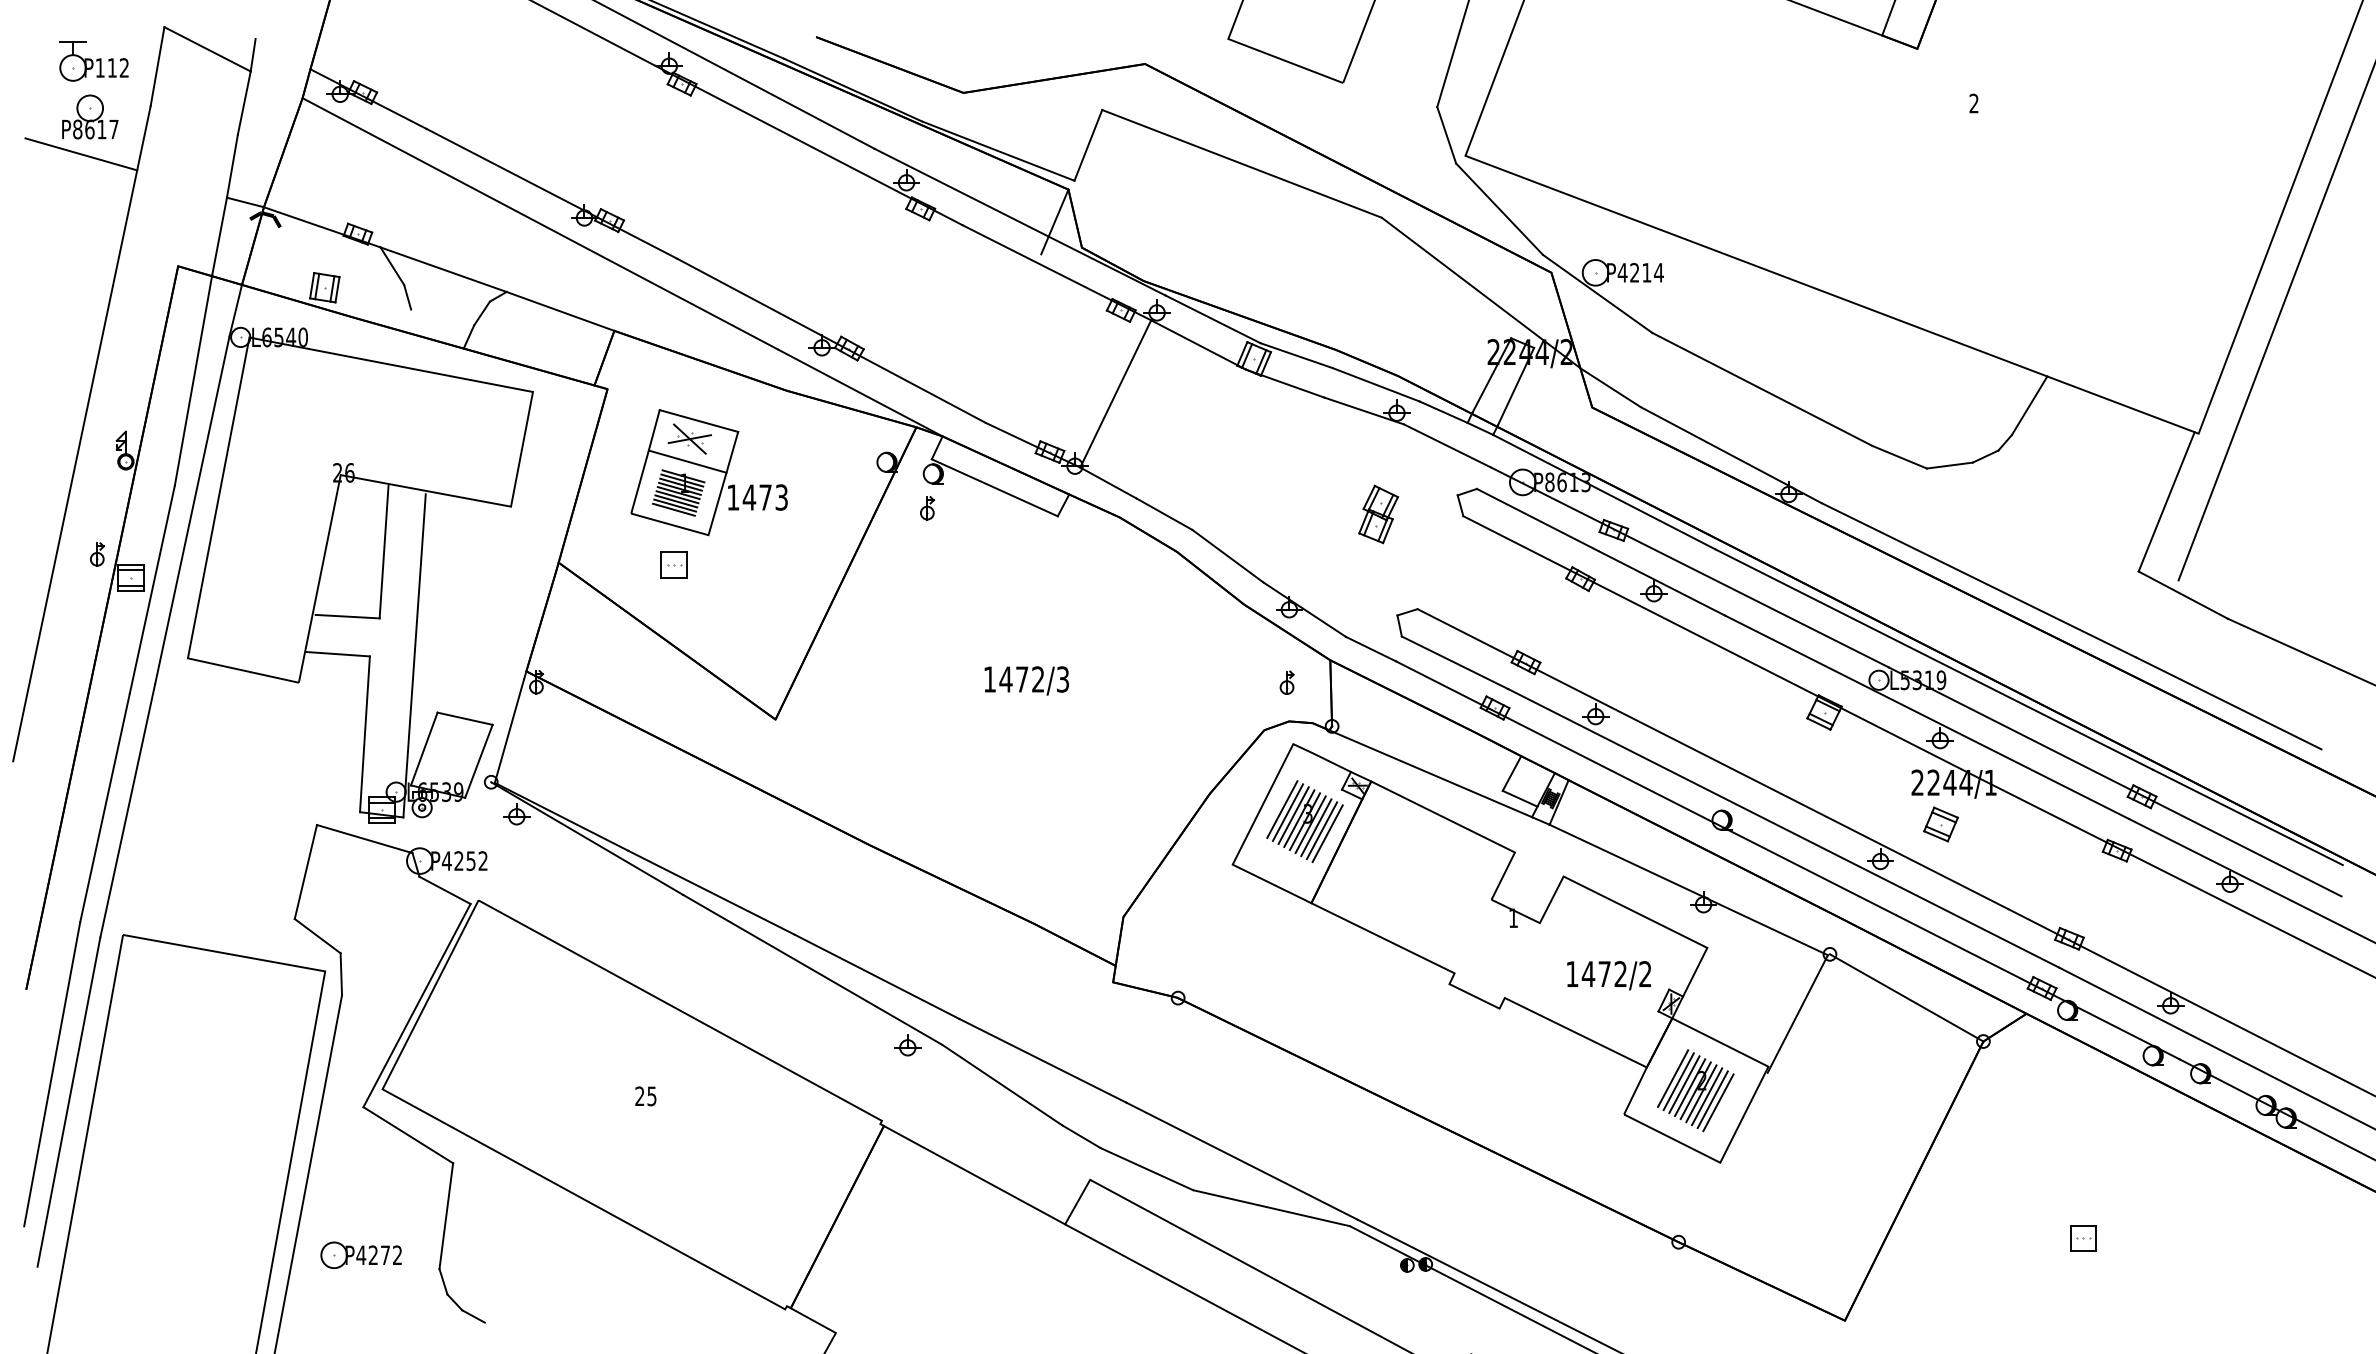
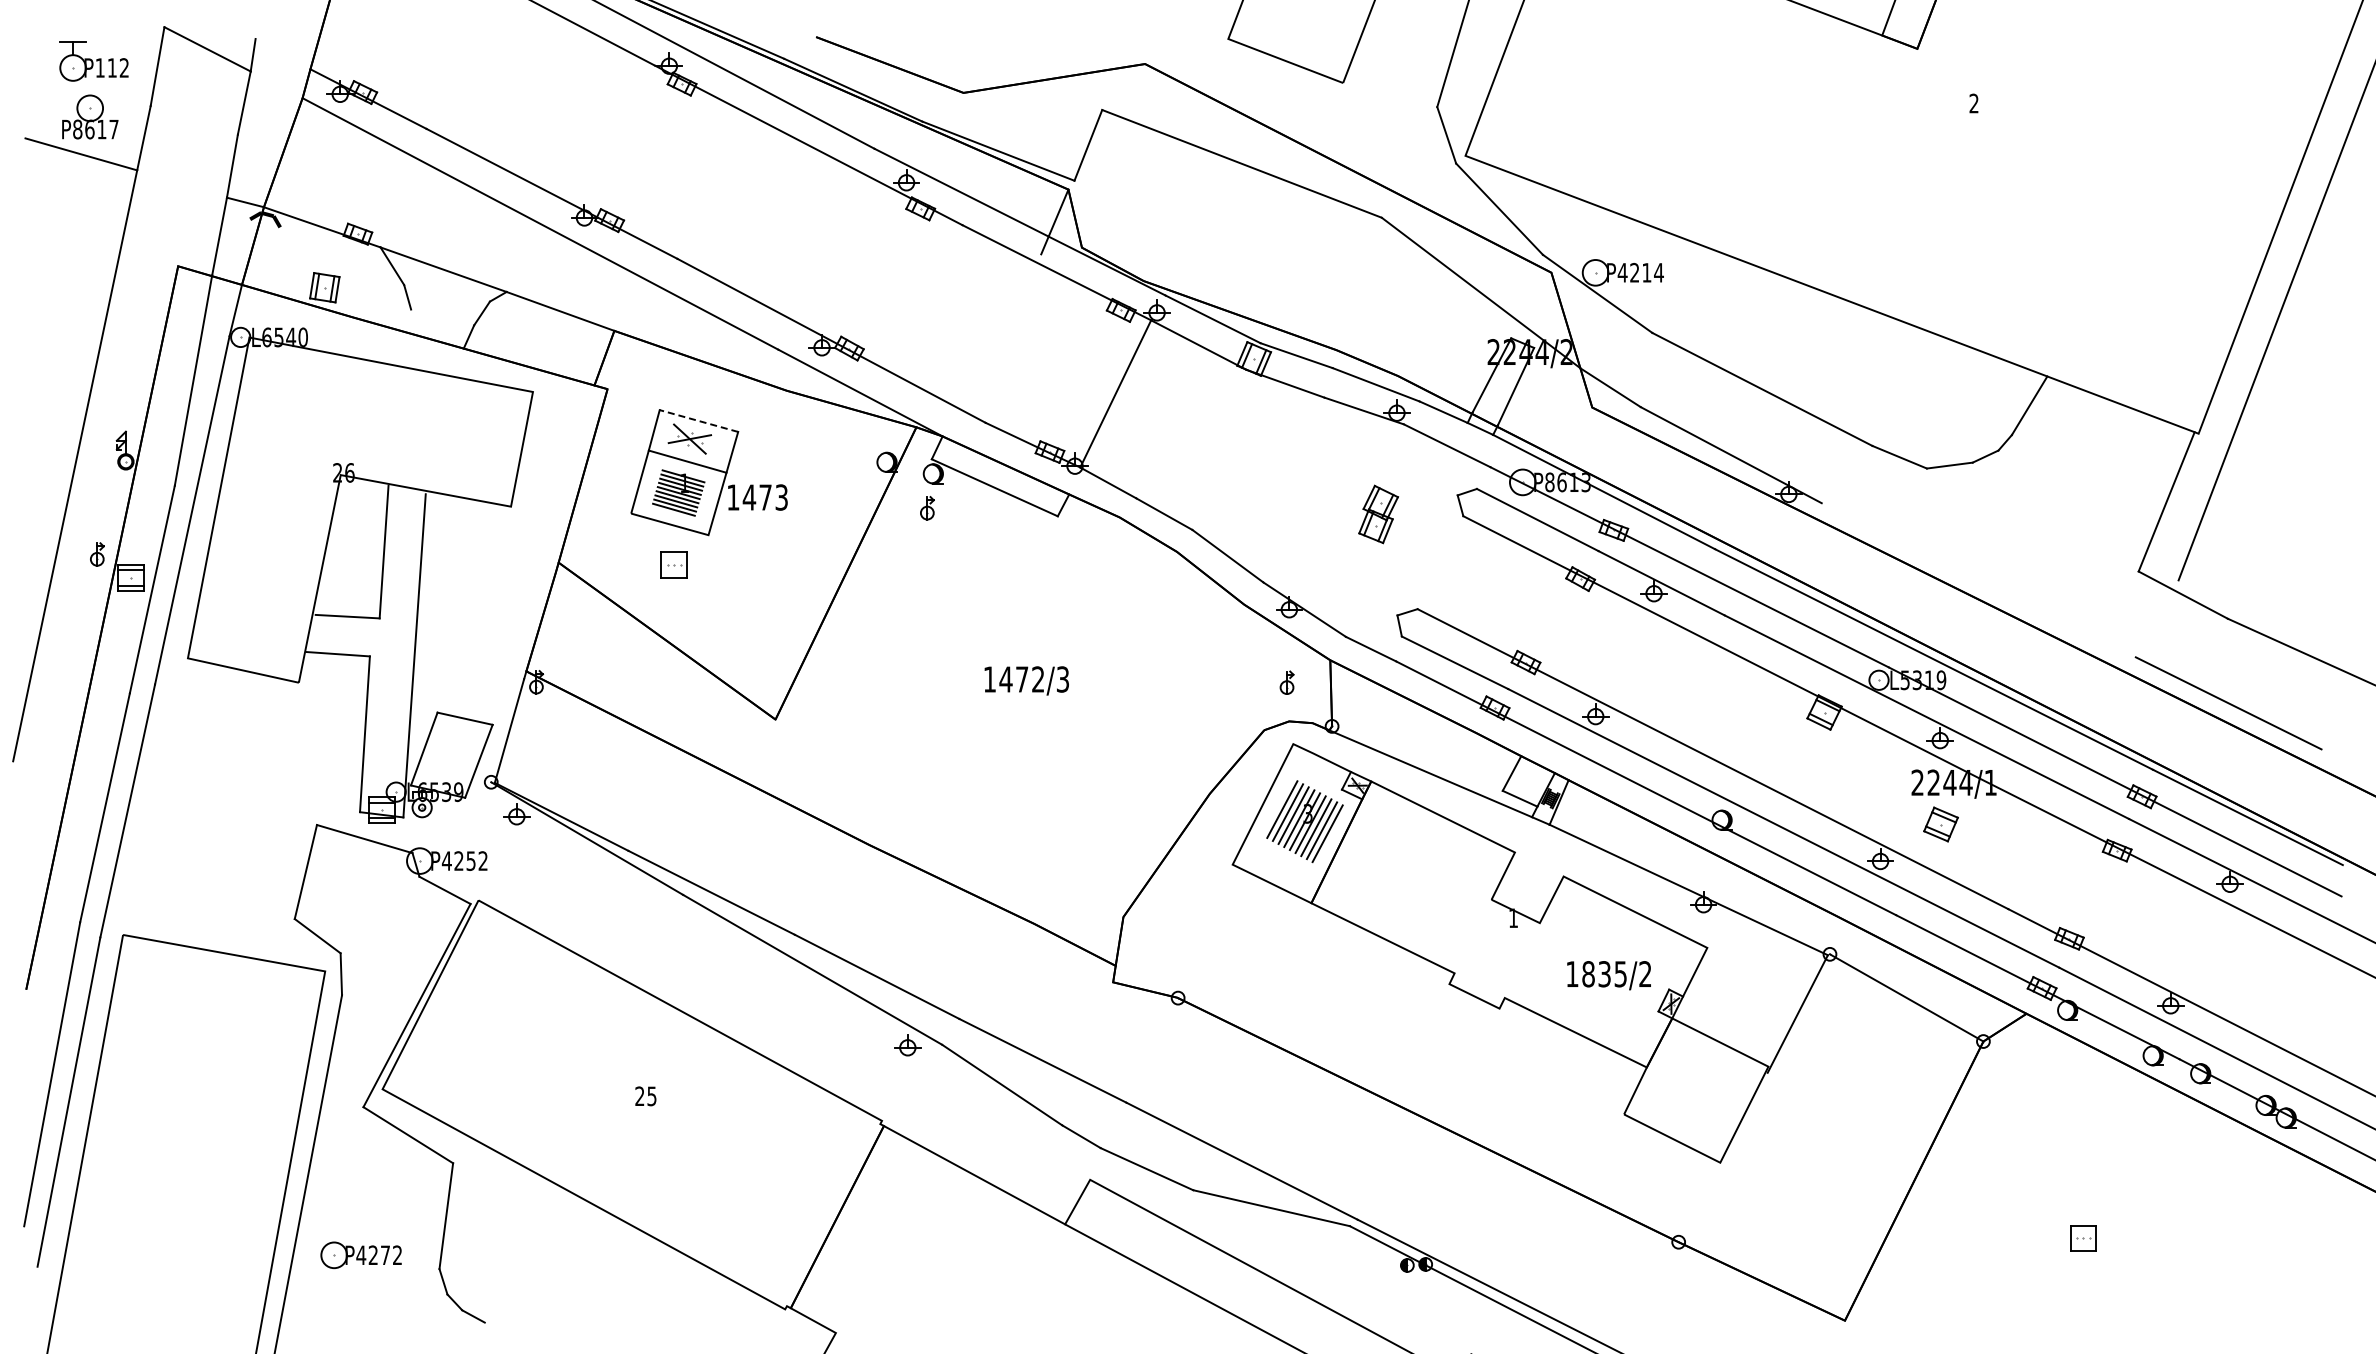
line at (698, 421): solid -> dashed
line at (1978, 580): present -> none
text at (1603, 974): 1472/2 -> 1835/2
part at (1695, 1090): present -> none
